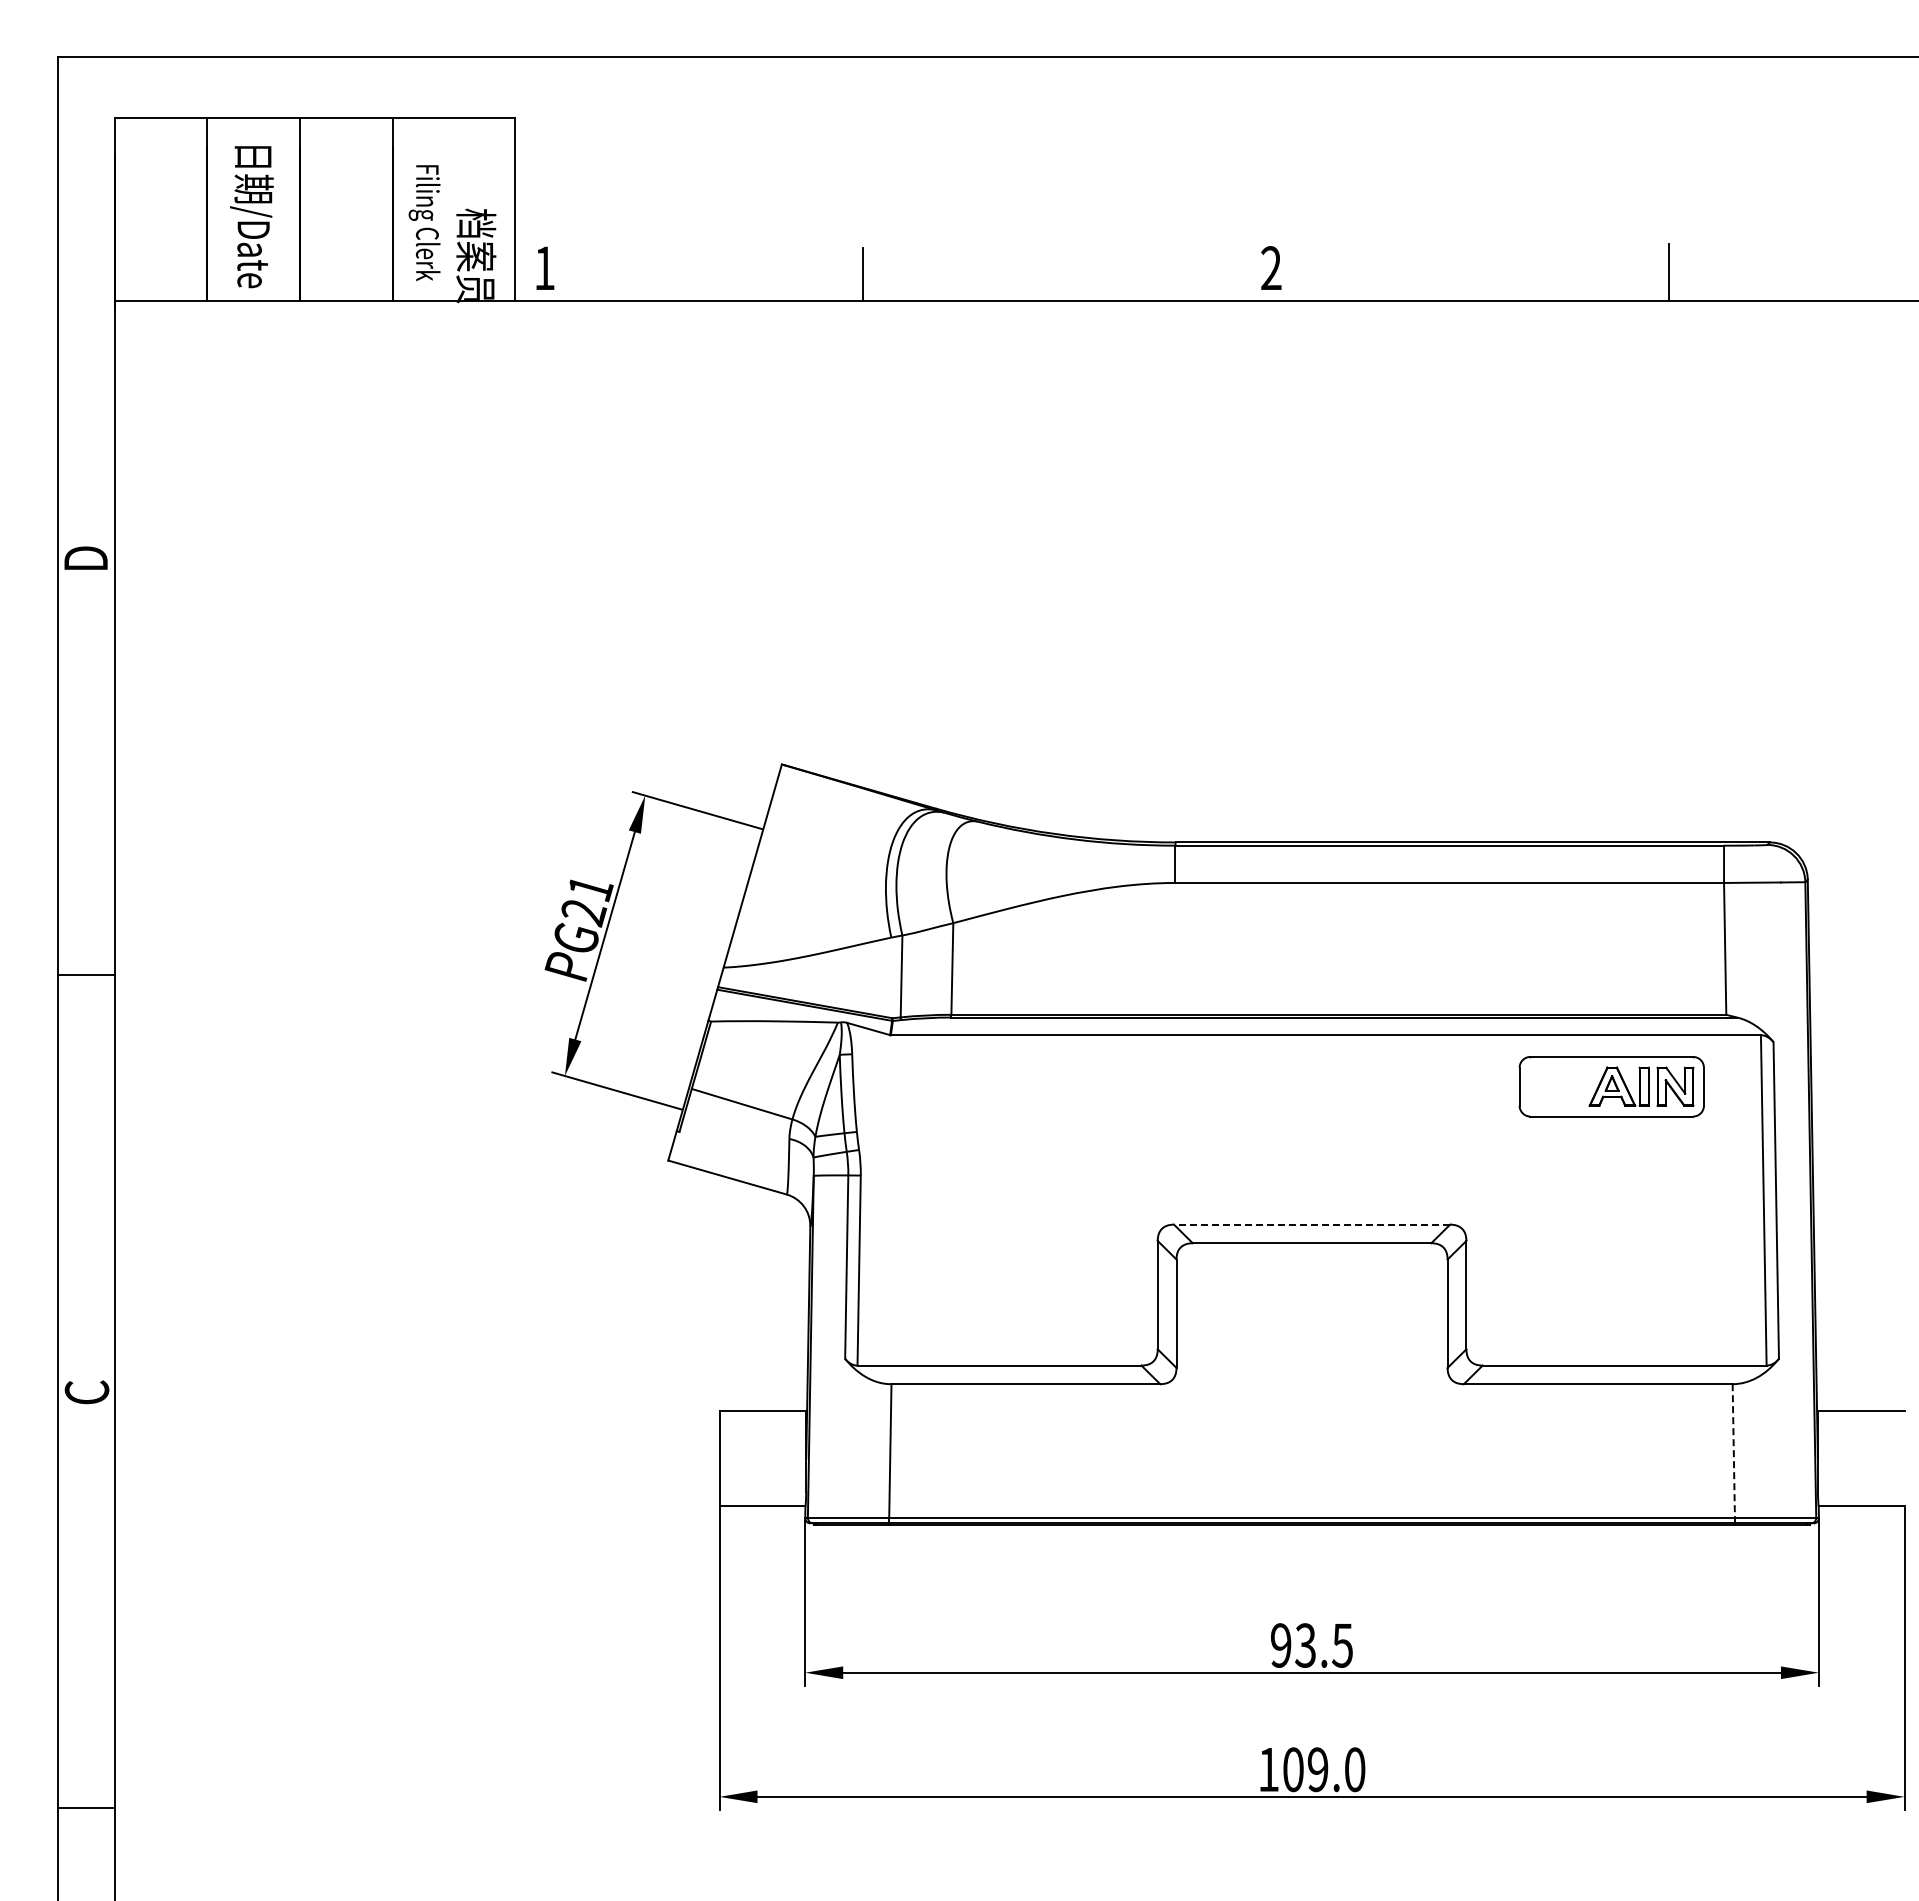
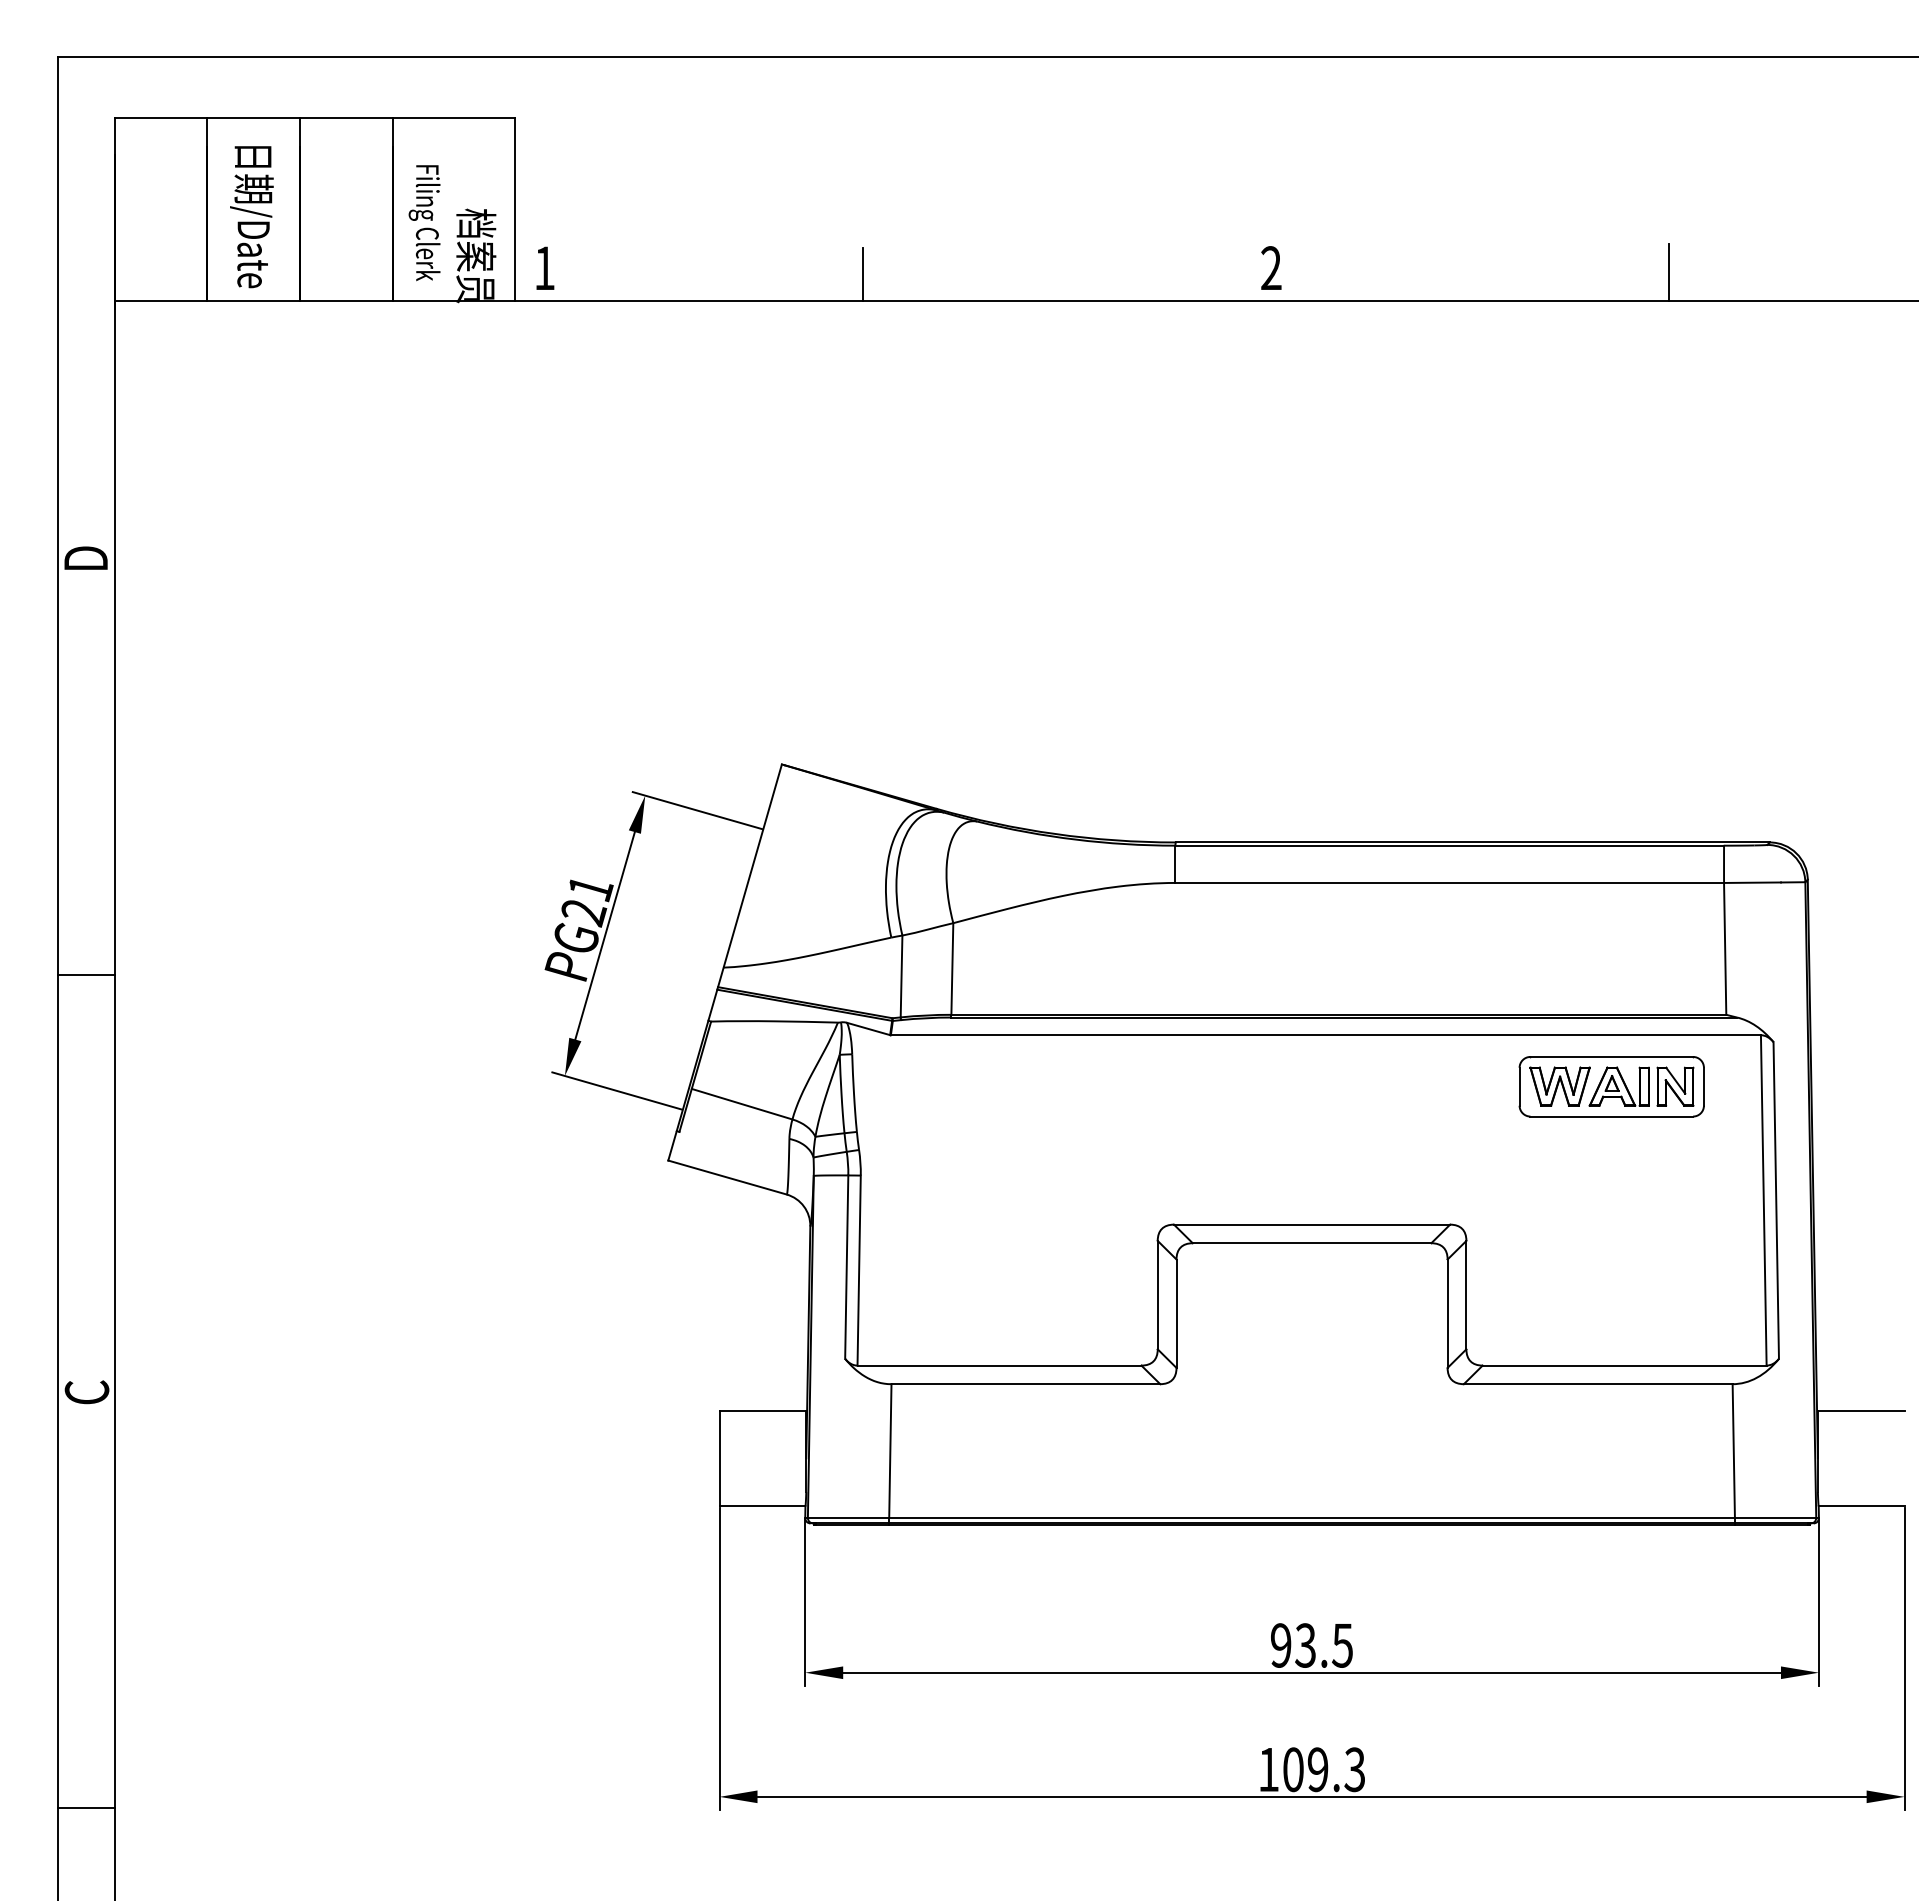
part at (1559, 1086): none -> present
line at (1311, 1224): dashed -> solid
line at (1733, 1451): dashed -> solid
text at (1354, 1769): 109.0 -> 109.3
